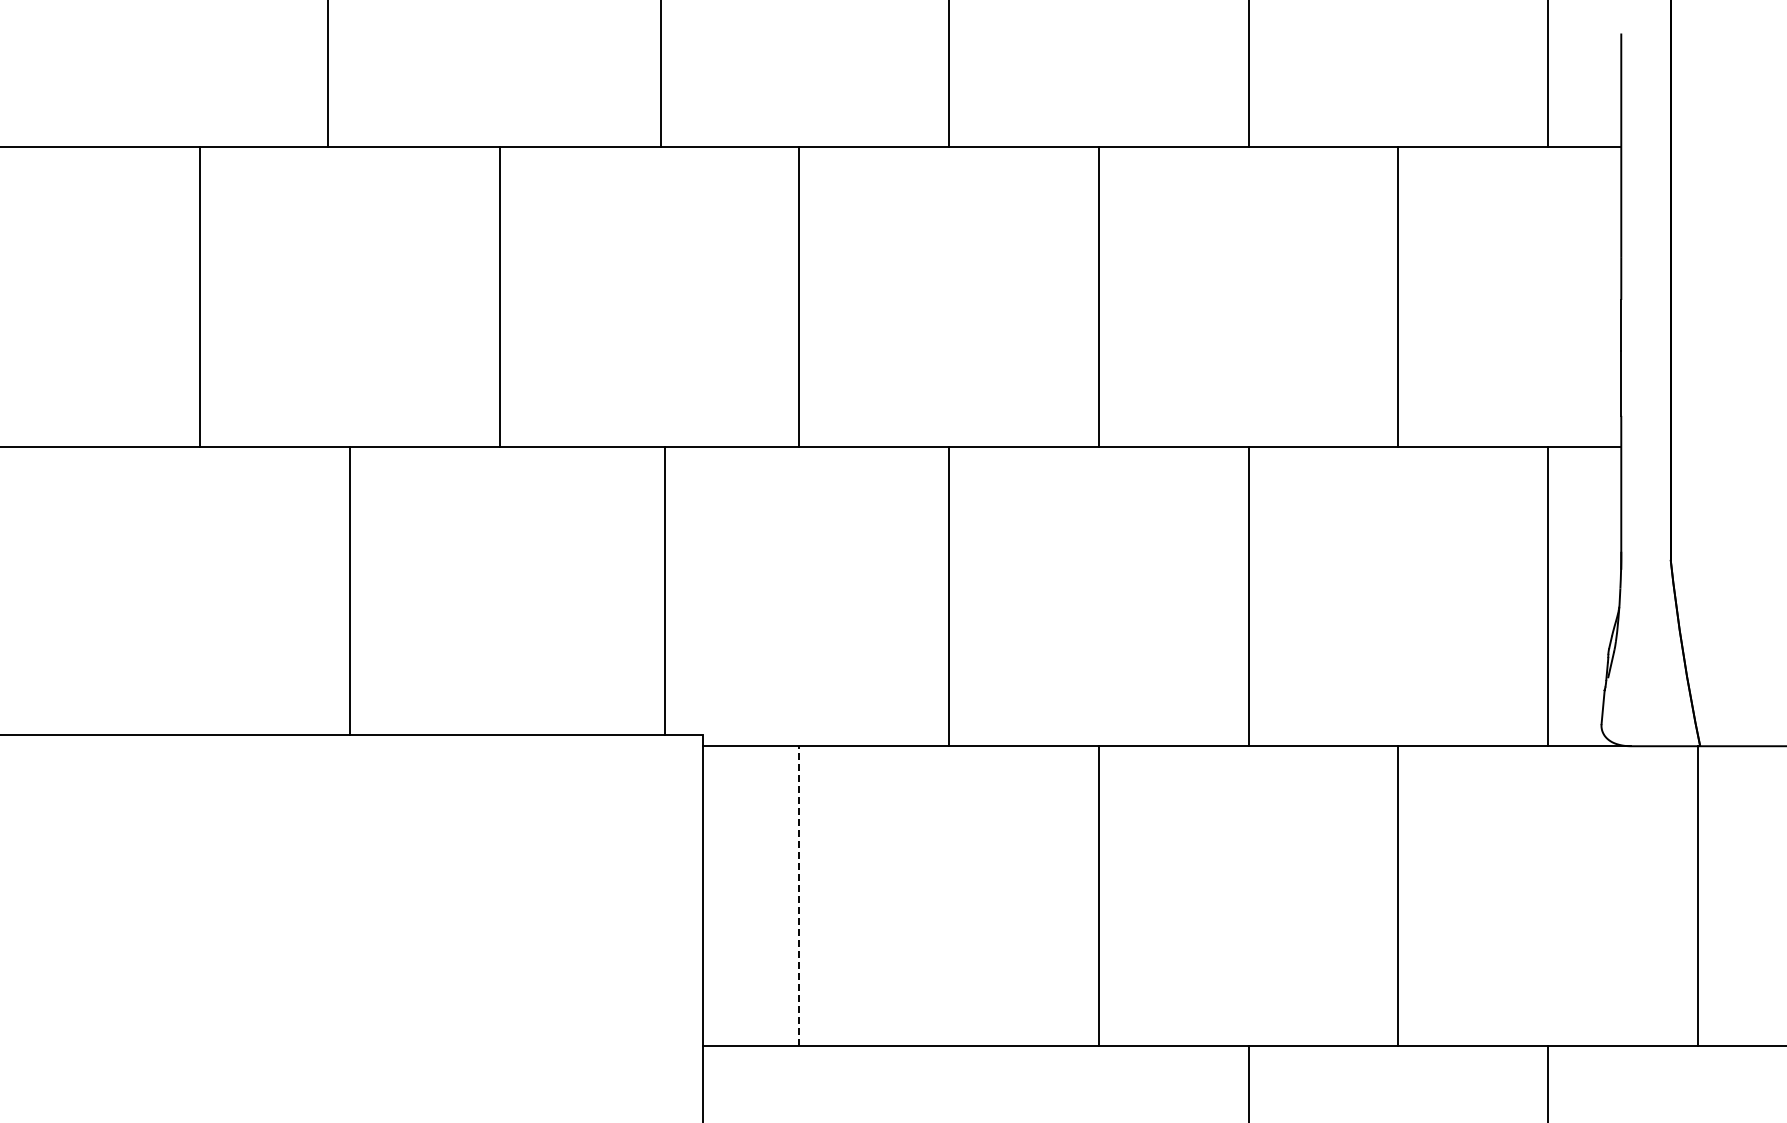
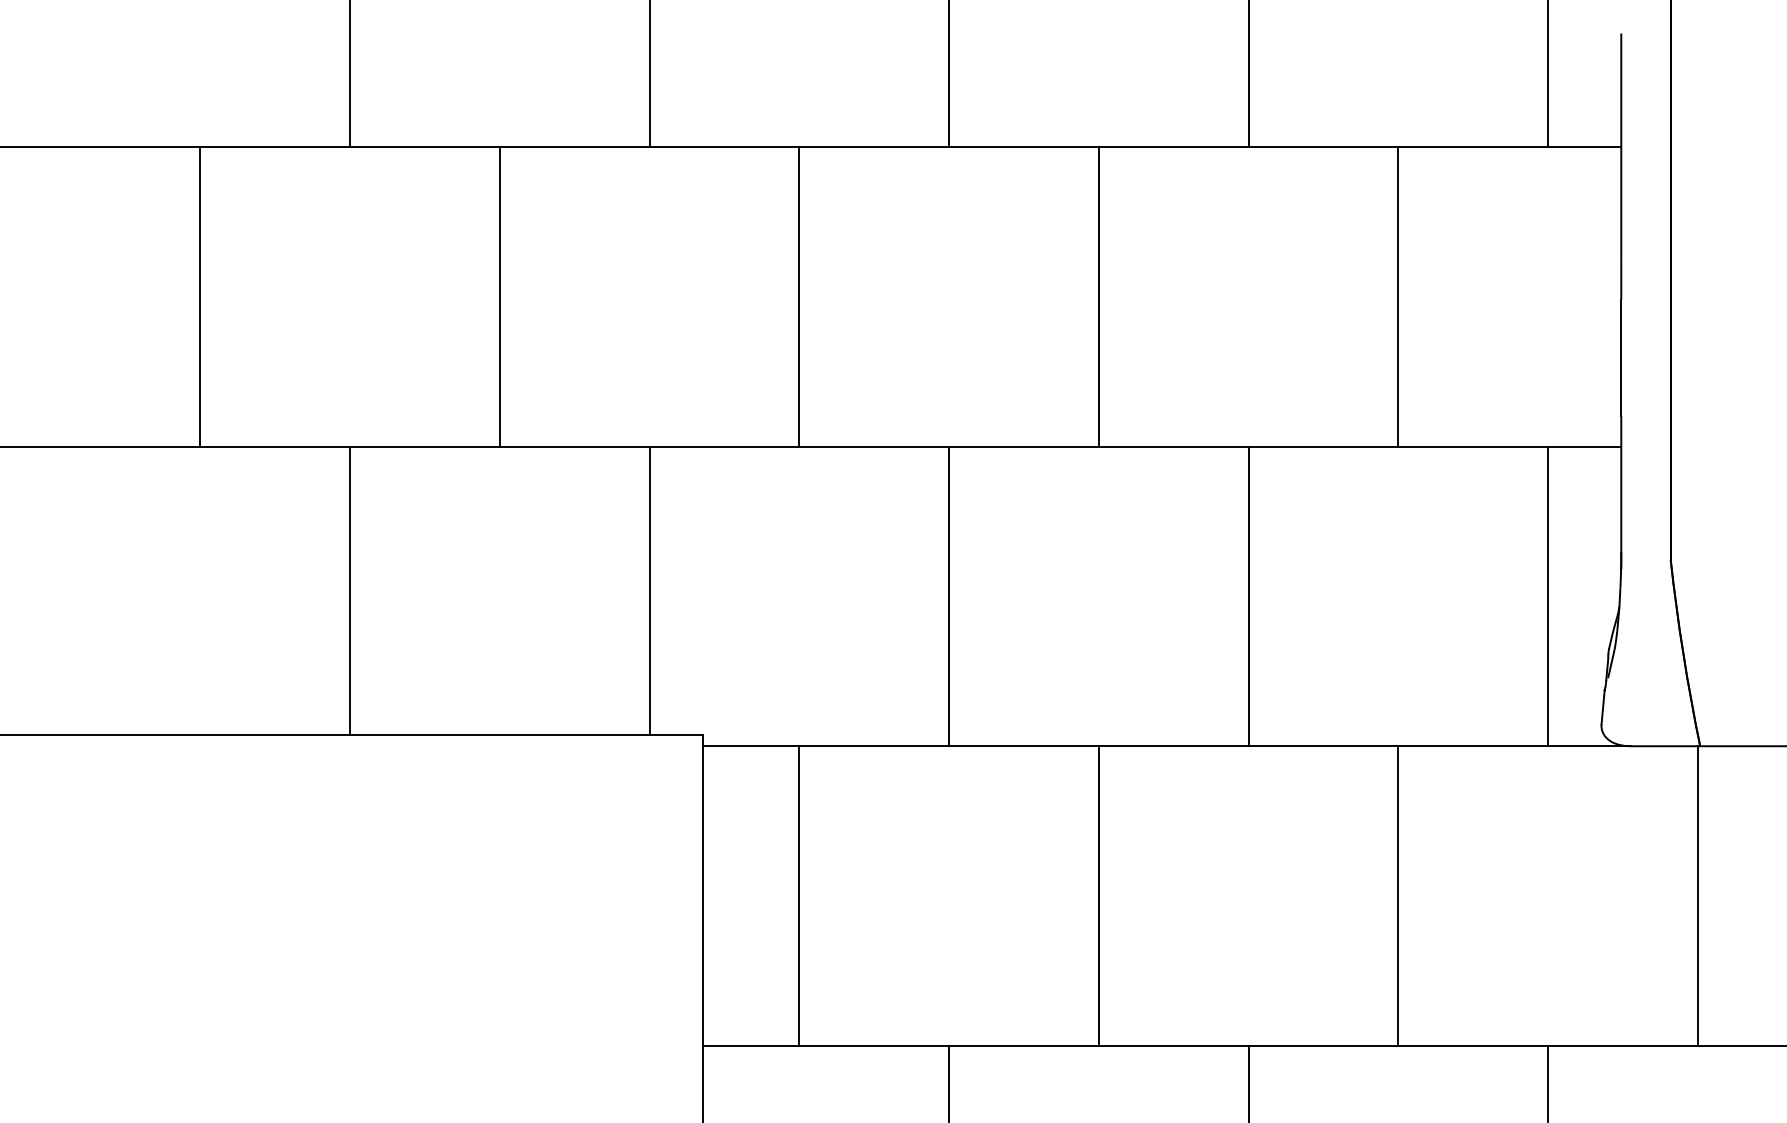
line at (328, 74) position: (328, 74) -> (350, 74)
line at (660, 74) position: (660, 74) -> (649, 74)
line at (664, 590) position: (664, 590) -> (649, 590)
line at (799, 896): dashed -> solid
line at (949, 1082): none -> present
